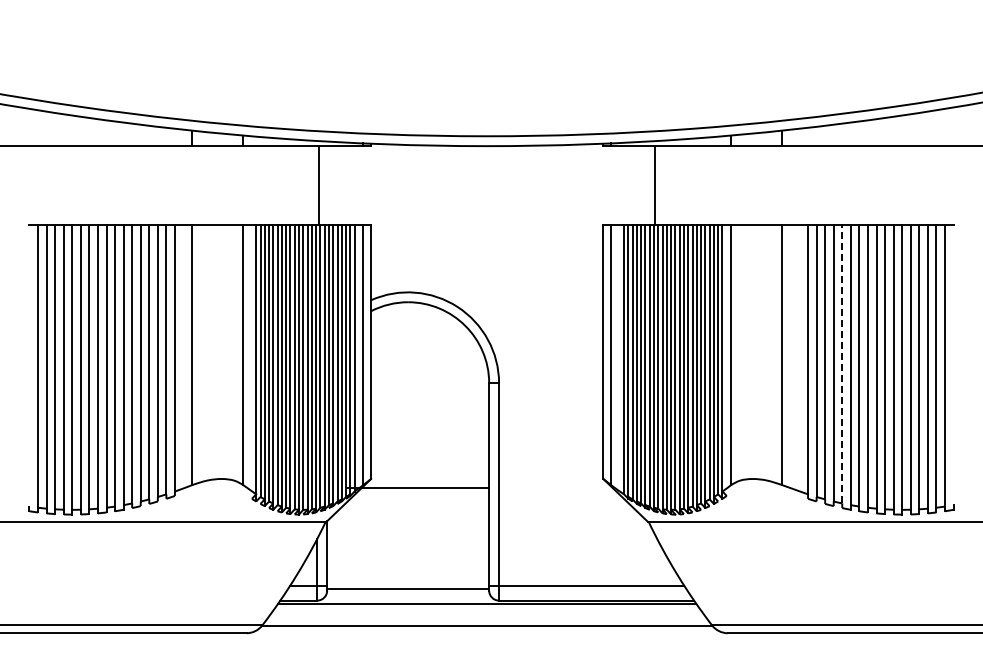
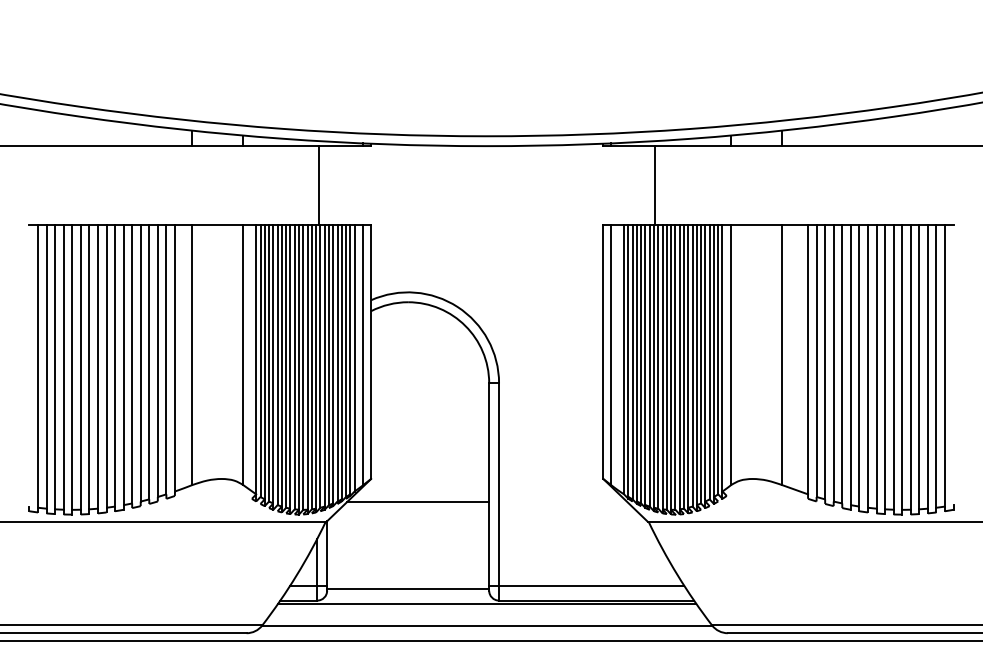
line at (842, 363): dashed -> solid
line at (418, 487) position: (418, 487) -> (418, 501)
line at (490, 640): none -> present
